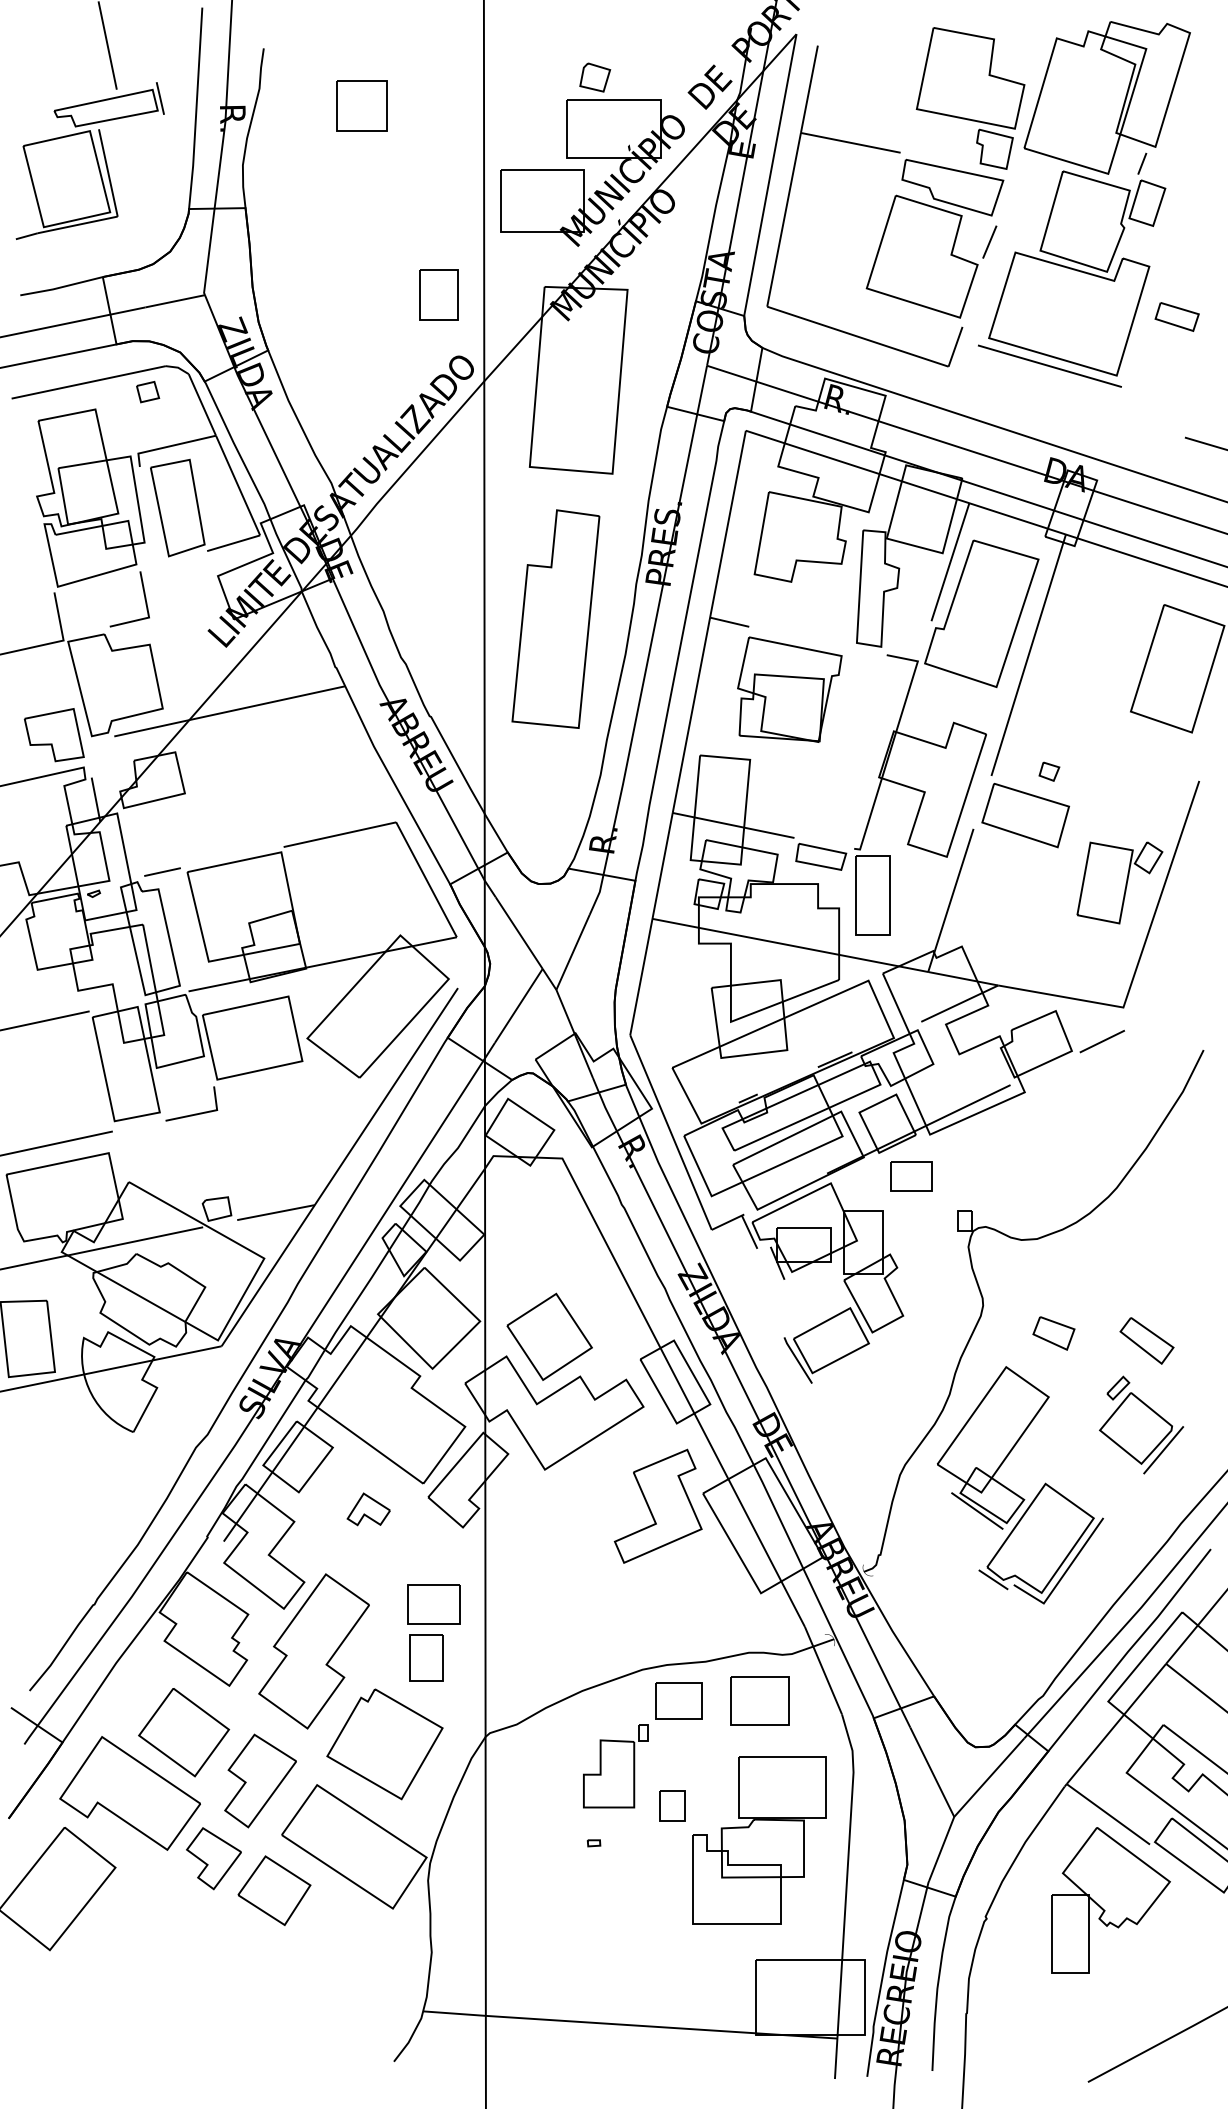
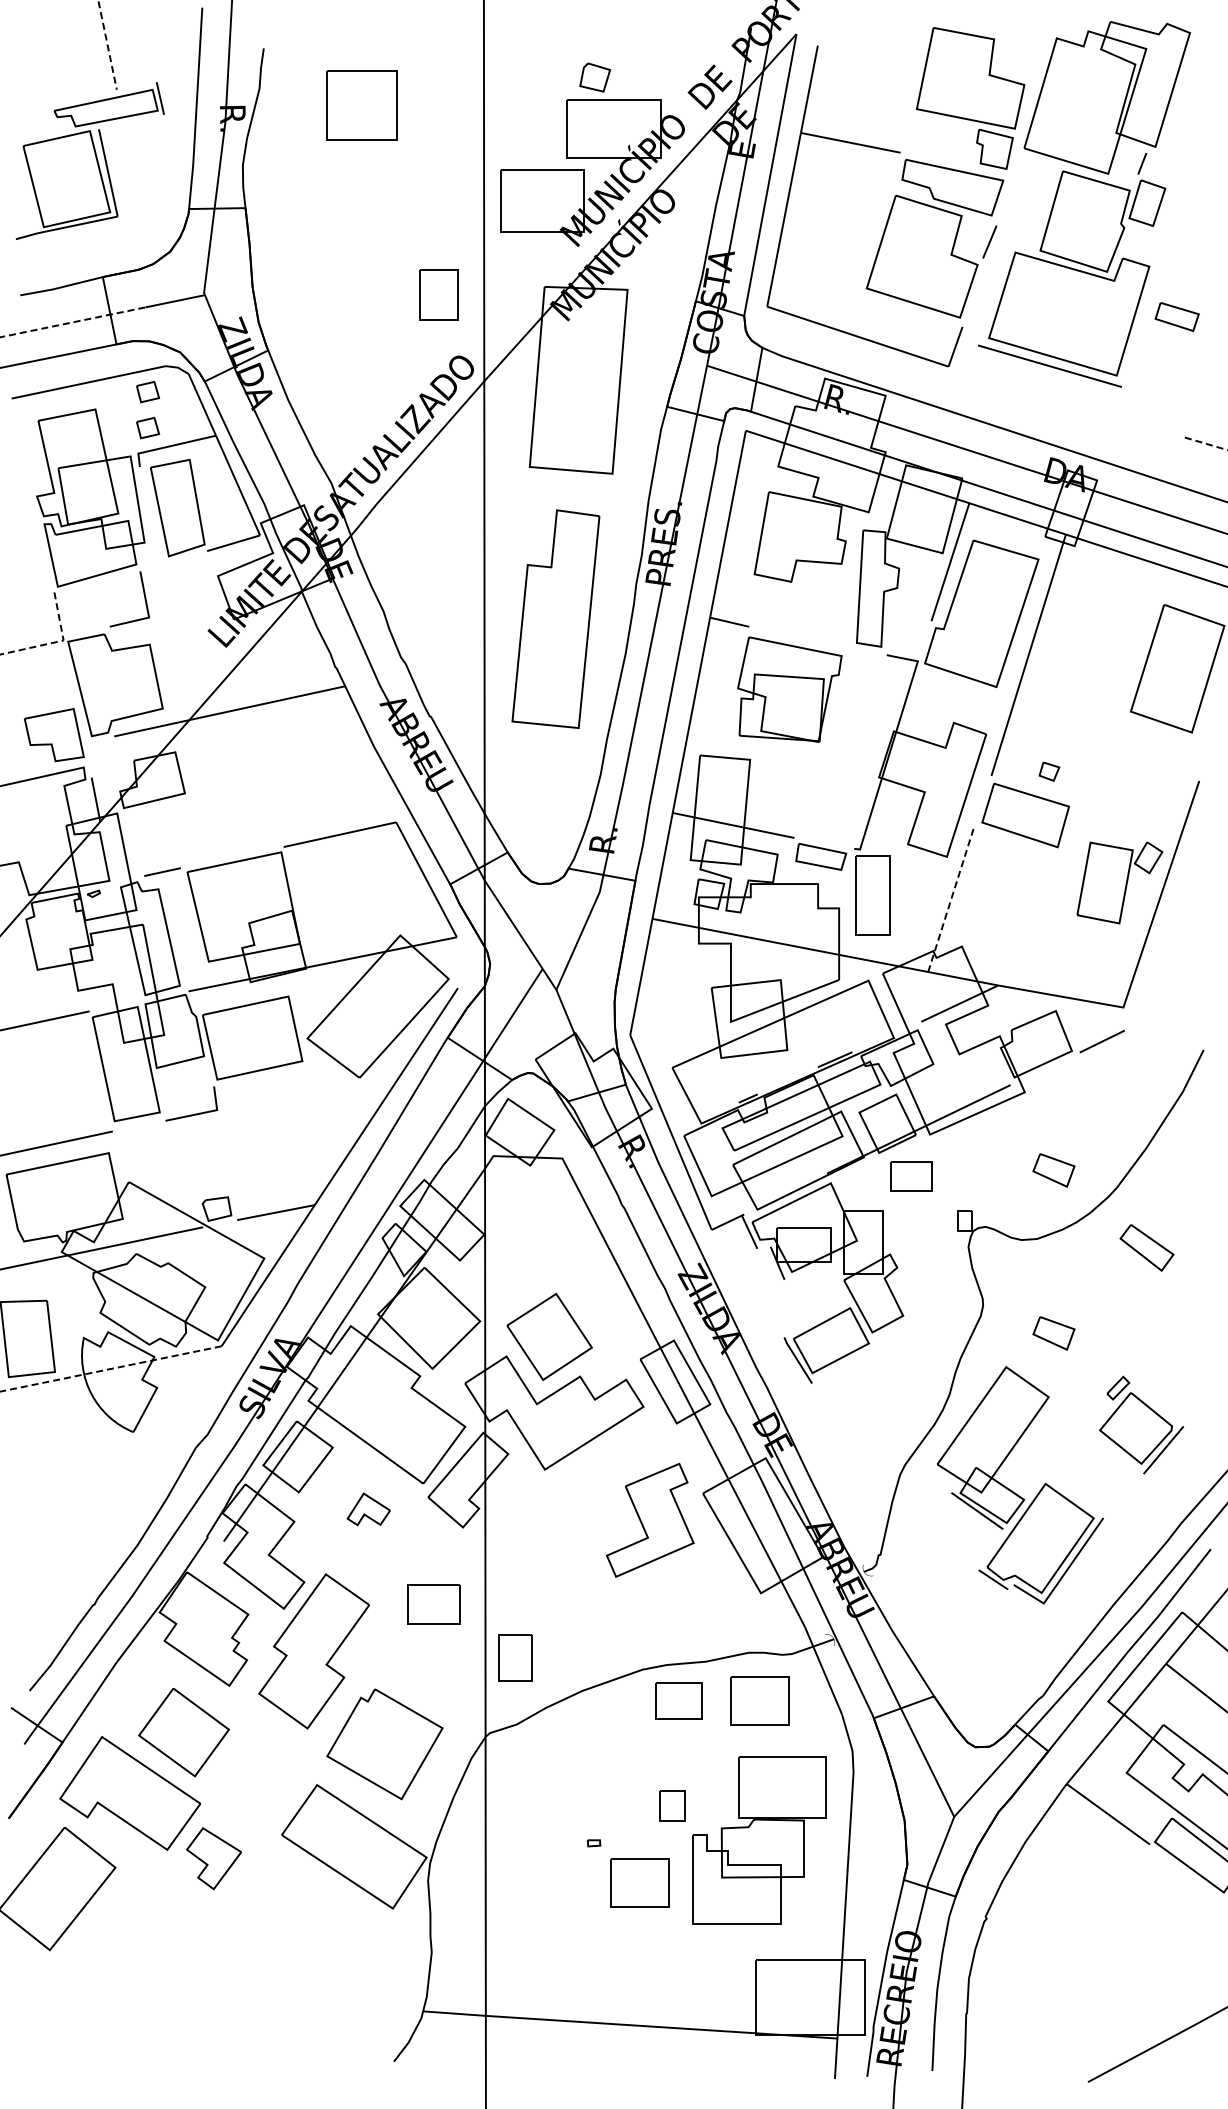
line at (107, 46): solid -> dashed
part at (361, 105) size: 52x52 px -> 72x71 px
line at (72, 322): solid -> dashed
part at (148, 428): none -> present
line at (1206, 443): solid -> dashed
line at (55, 642): solid -> dashed
line at (951, 899): solid -> dashed
part at (1053, 1170): none -> present
part at (1146, 1340) position: (1146, 1340) -> (1146, 1247)
line at (110, 1368): solid -> dashed
part at (657, 1505) position: (657, 1505) -> (649, 1519)
part at (426, 1657) position: (426, 1657) -> (515, 1657)
part at (615, 1766): present -> none
part at (260, 1780): present -> none
part at (639, 1882): none -> present
part at (274, 1890): present -> none
part at (1110, 1900): present -> none
